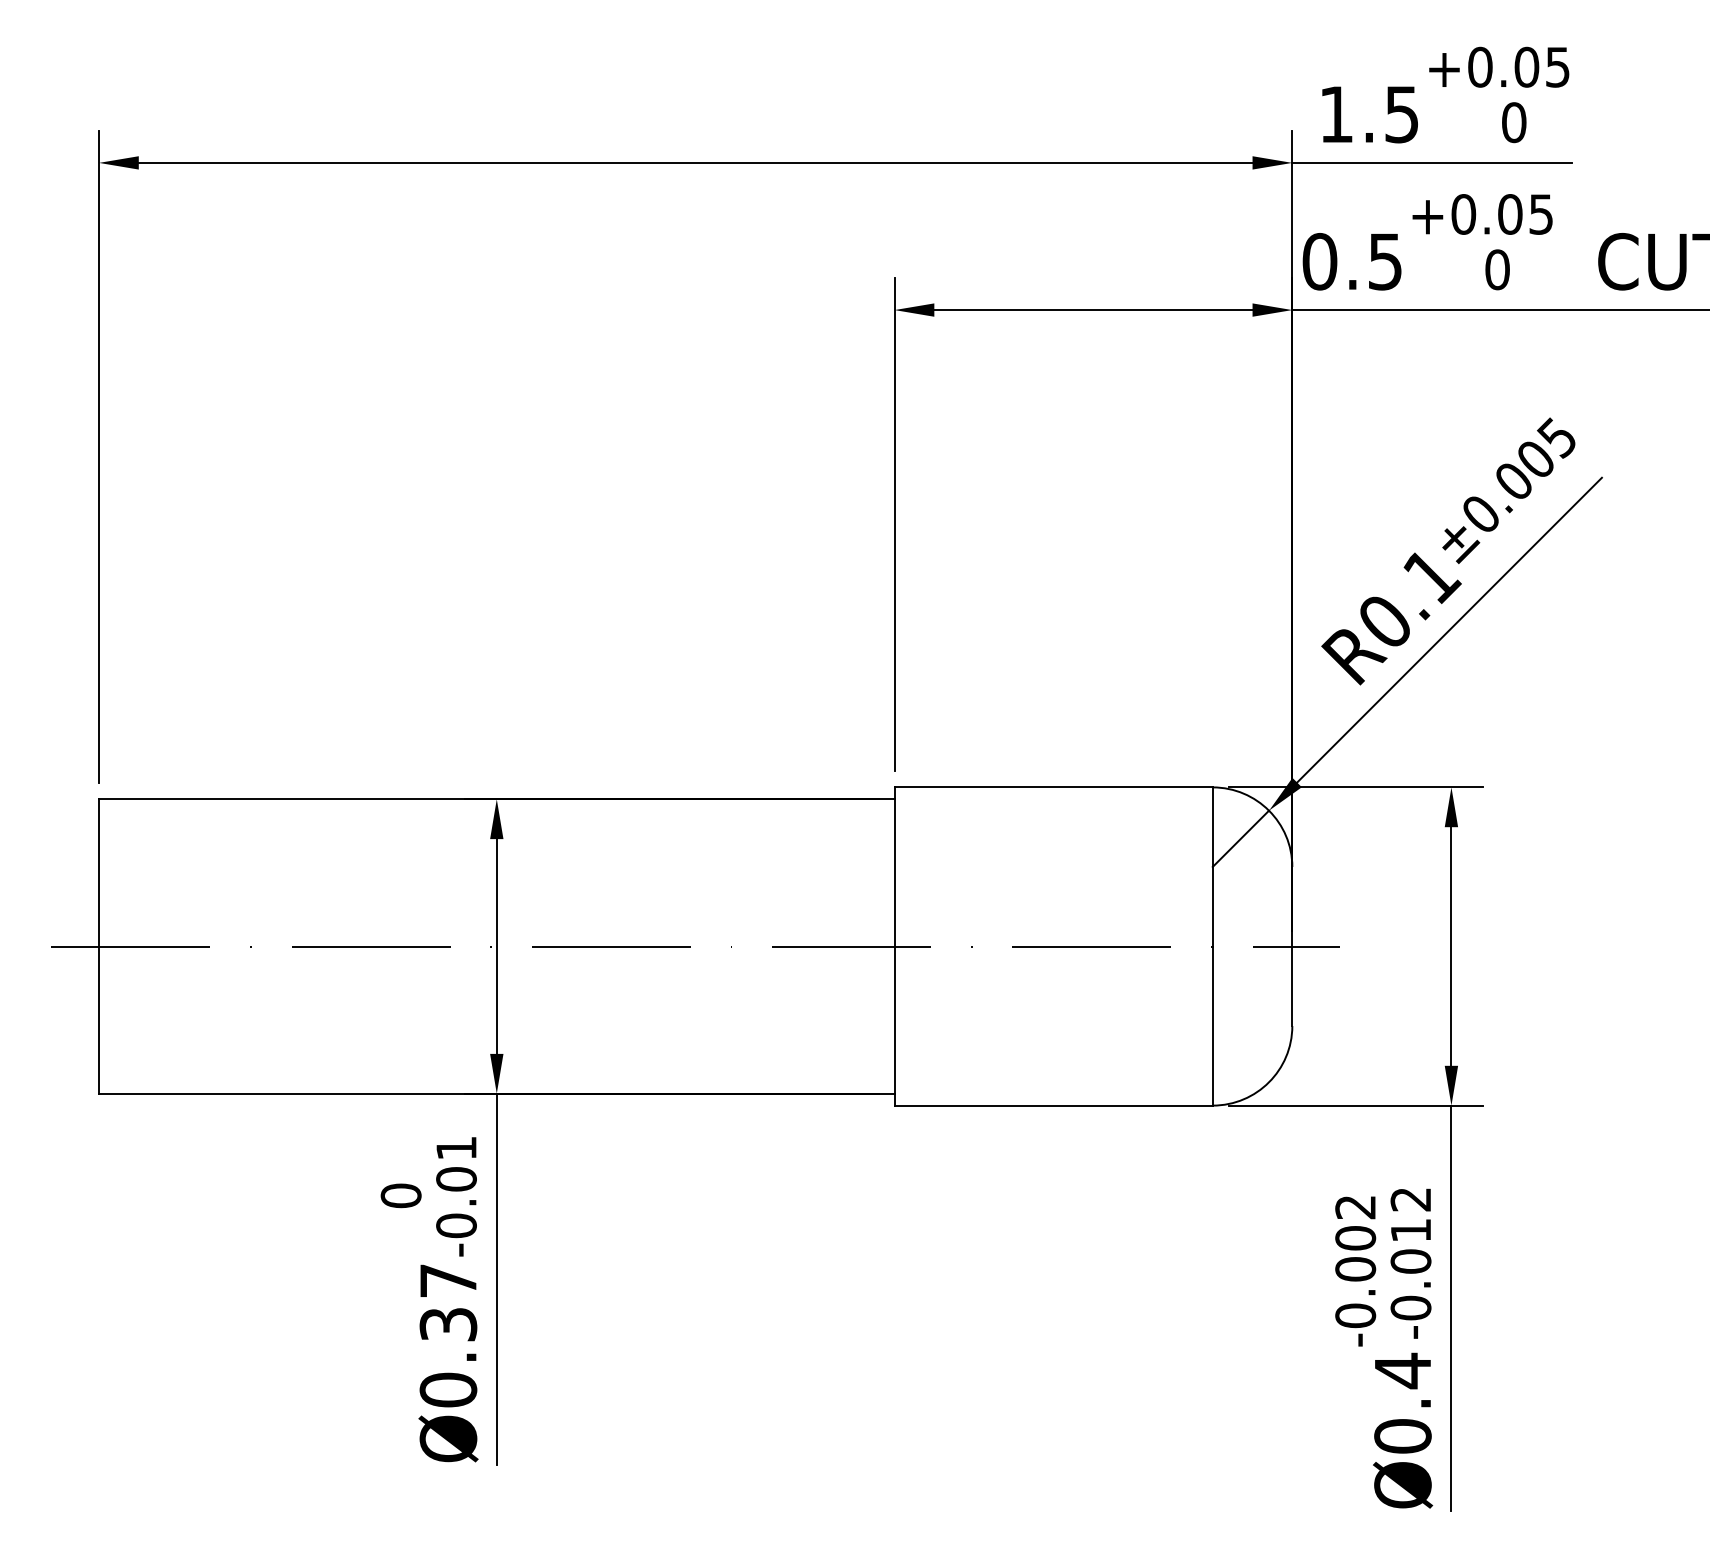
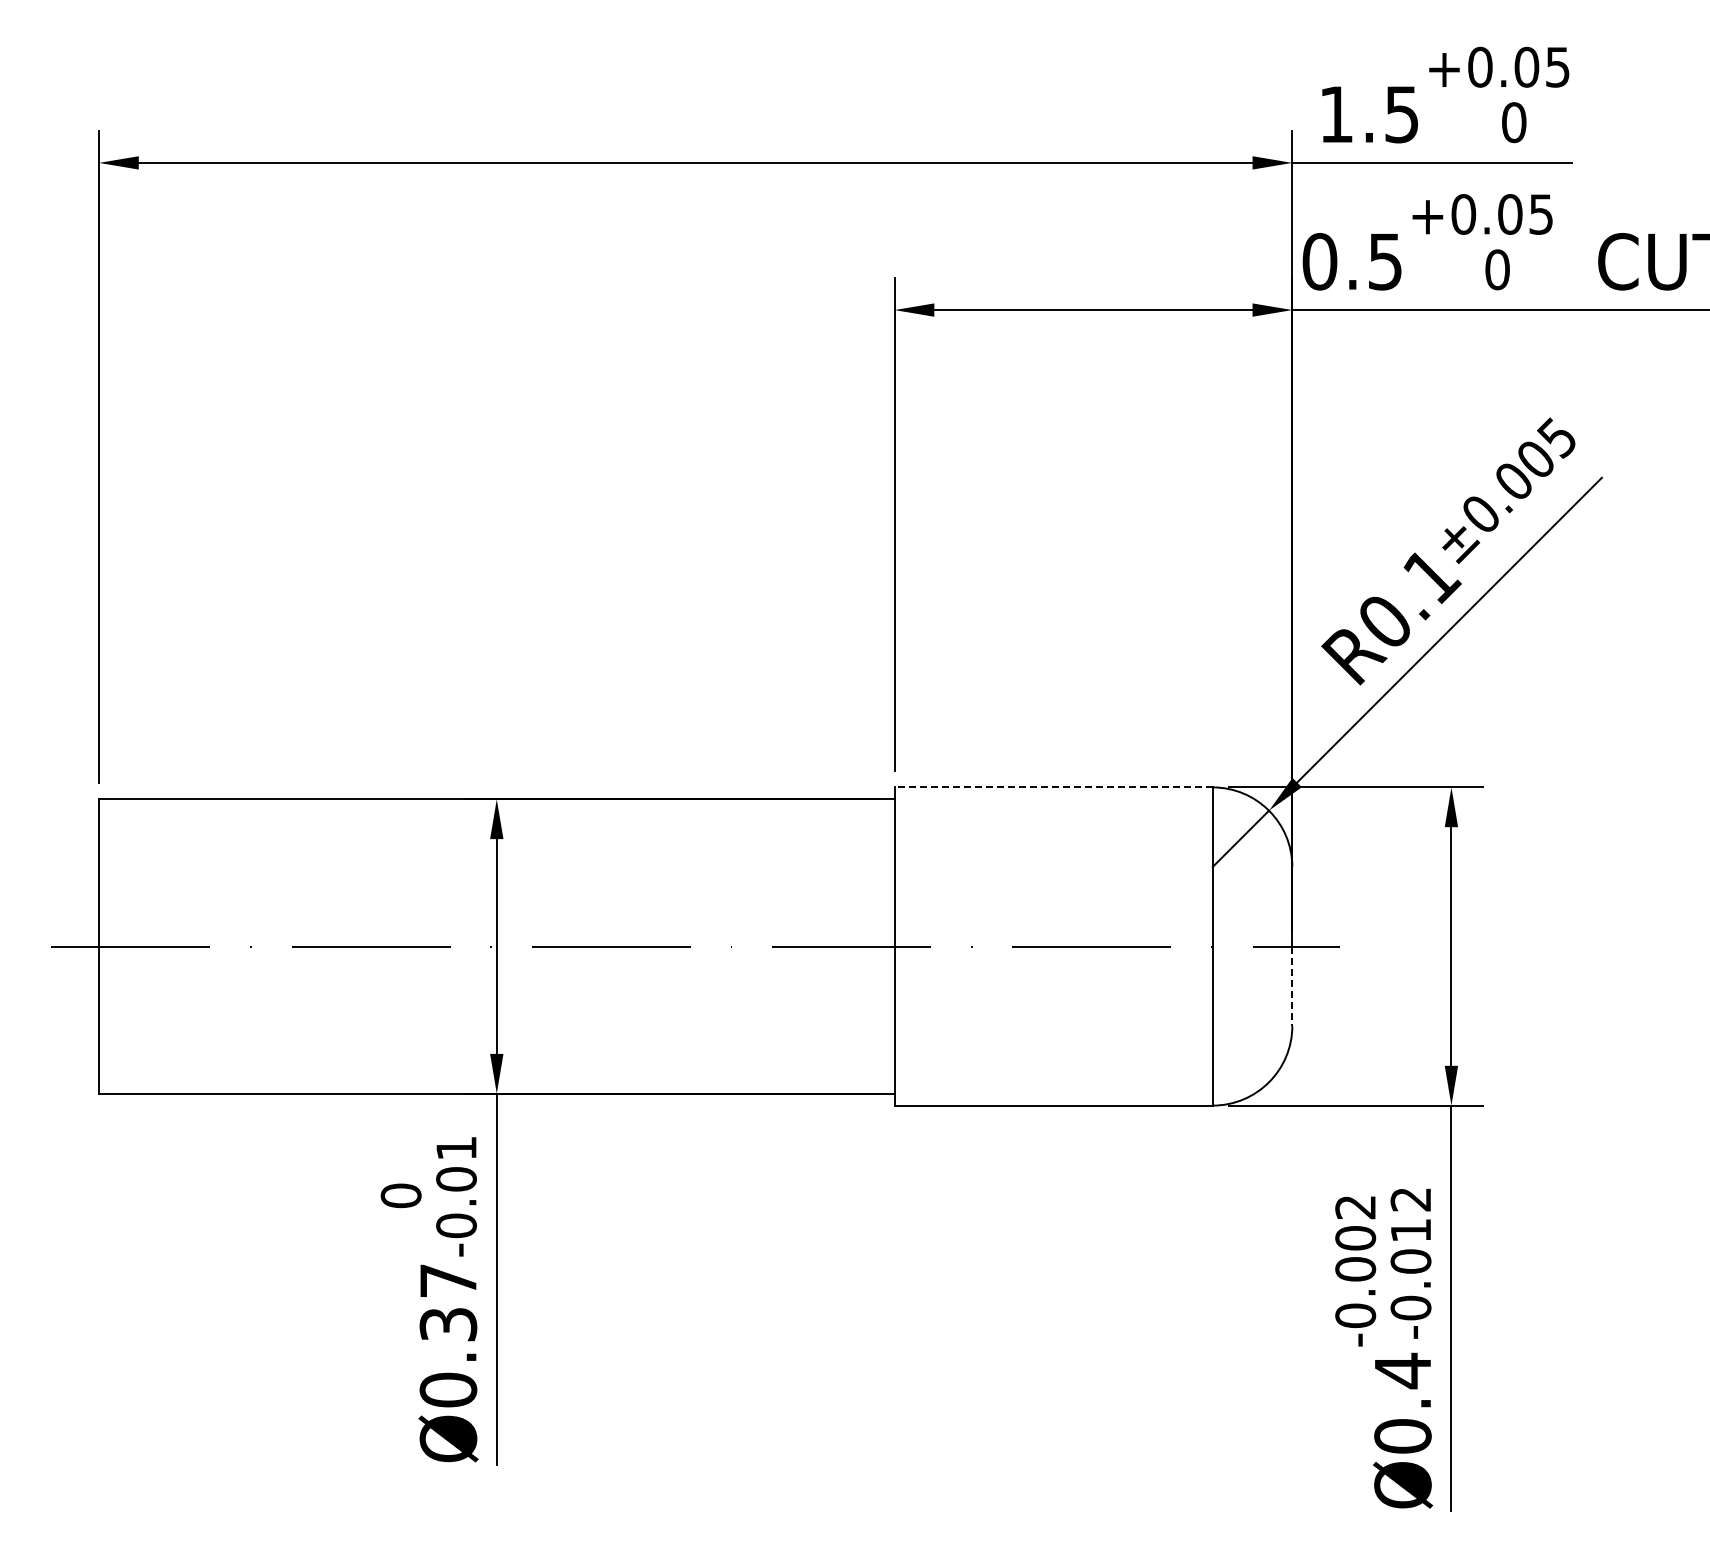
line at (1053, 787): solid -> dashed
line at (1292, 986): solid -> dashed
